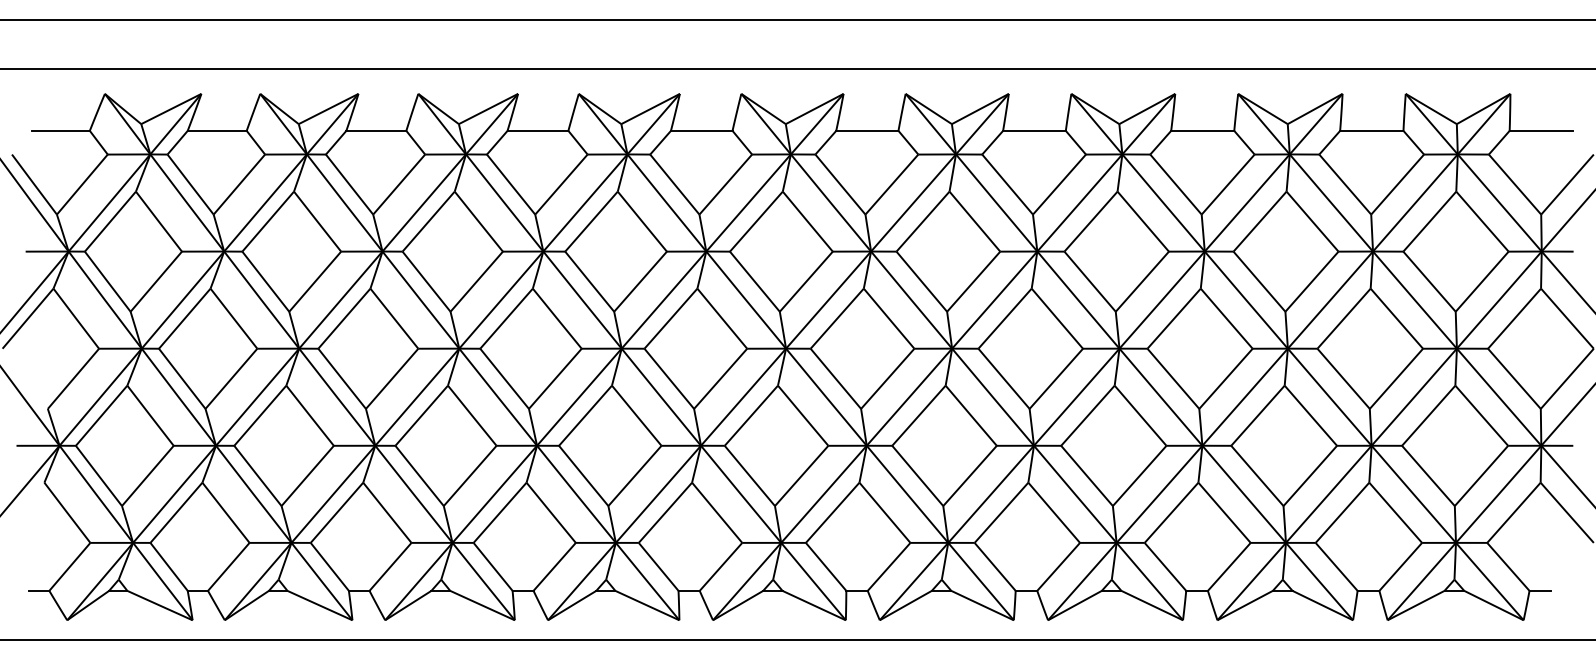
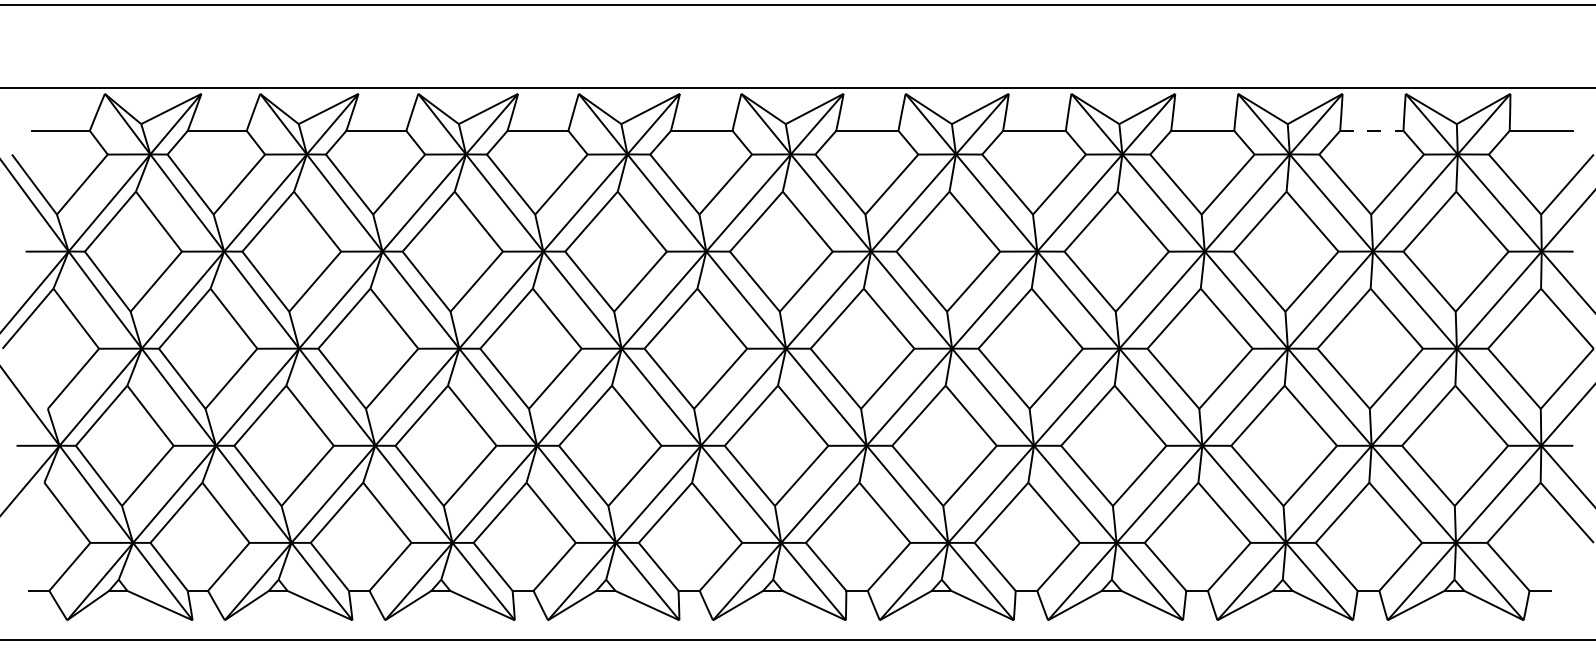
line at (797, 19) position: (797, 19) -> (797, 4)
line at (797, 69) position: (797, 69) -> (797, 88)
line at (1371, 130): solid -> dashed
